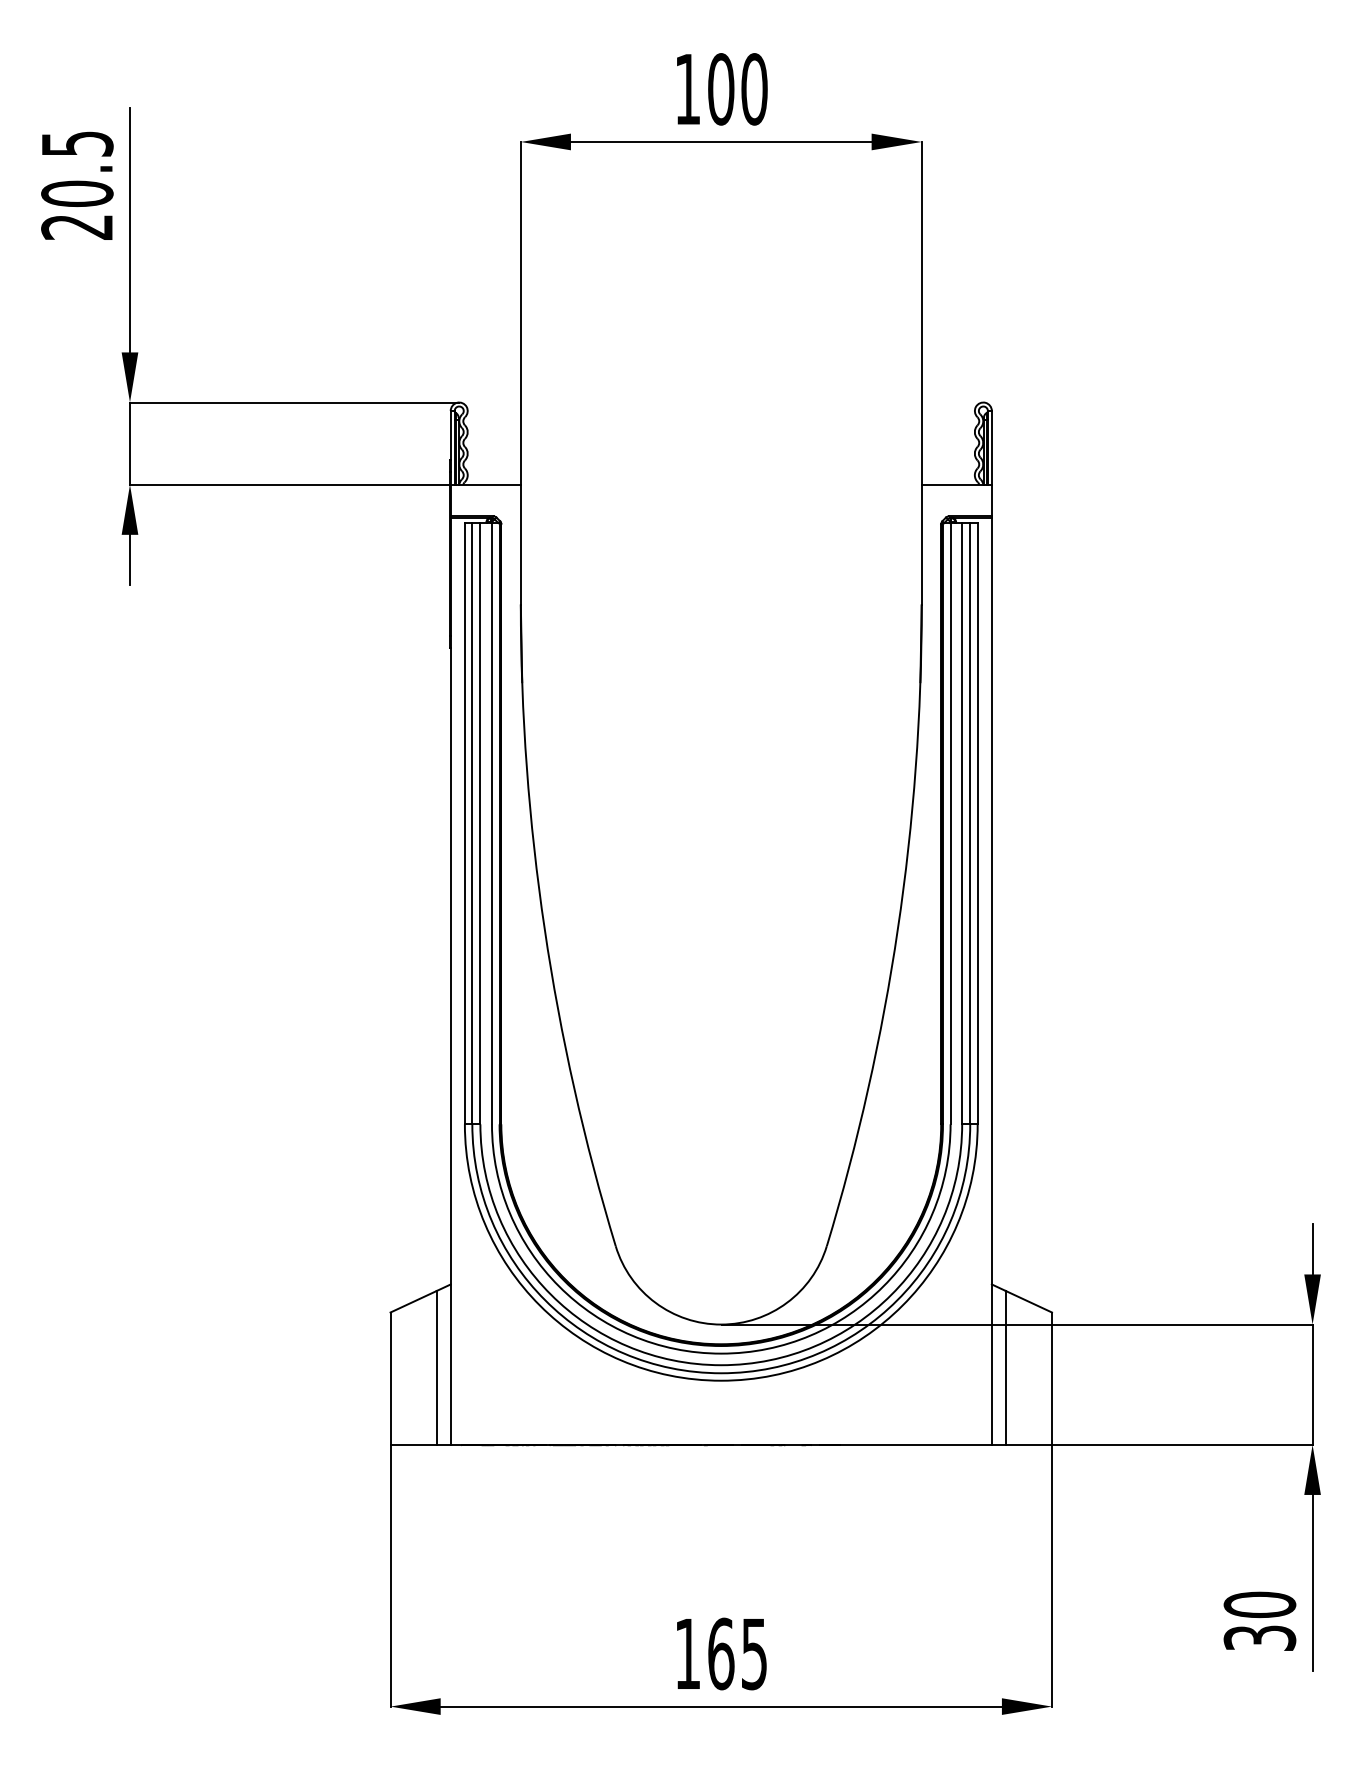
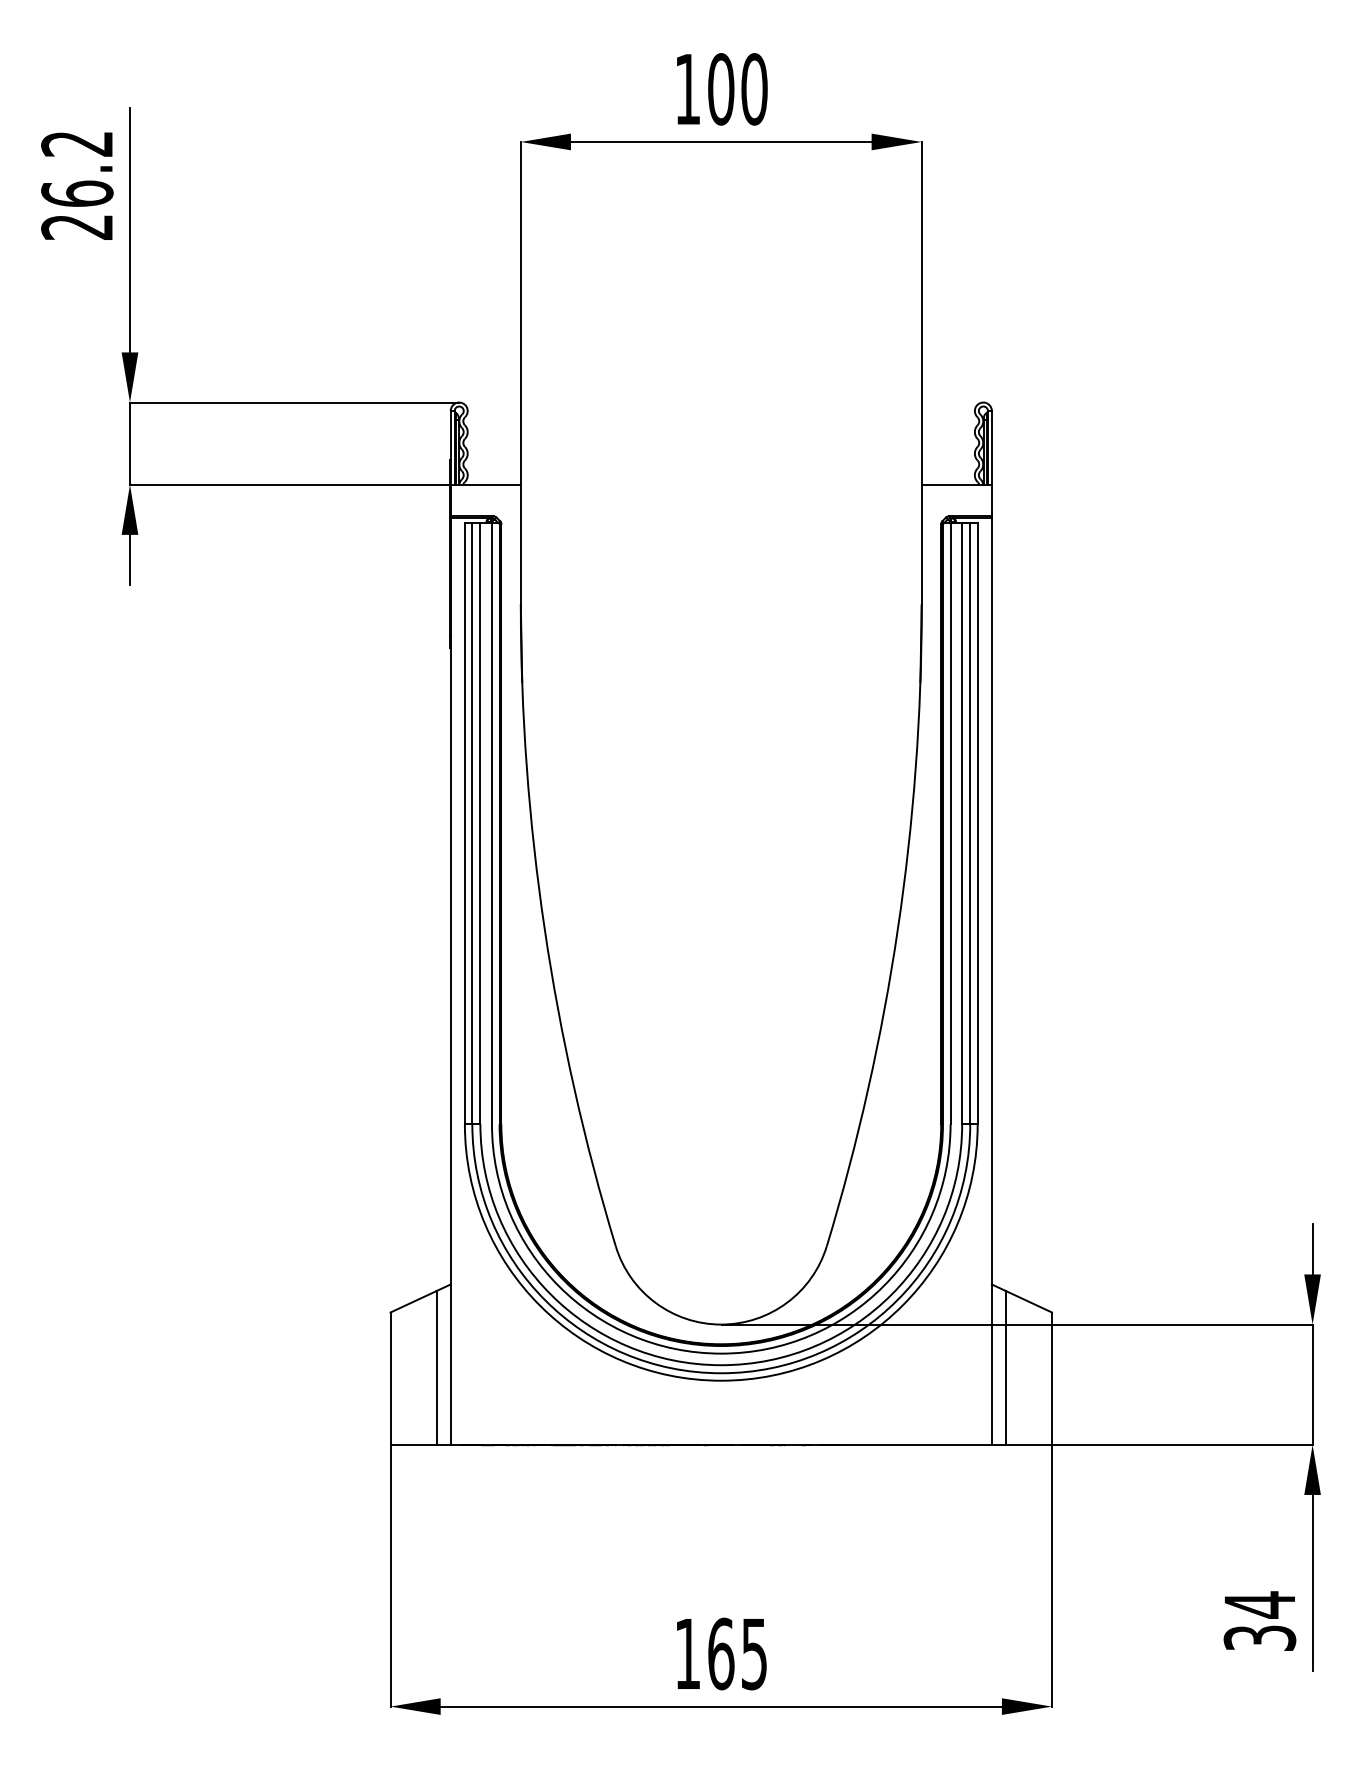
text at (77, 169): 20.5 -> 26.2
text at (1259, 1604): 30 -> 34
